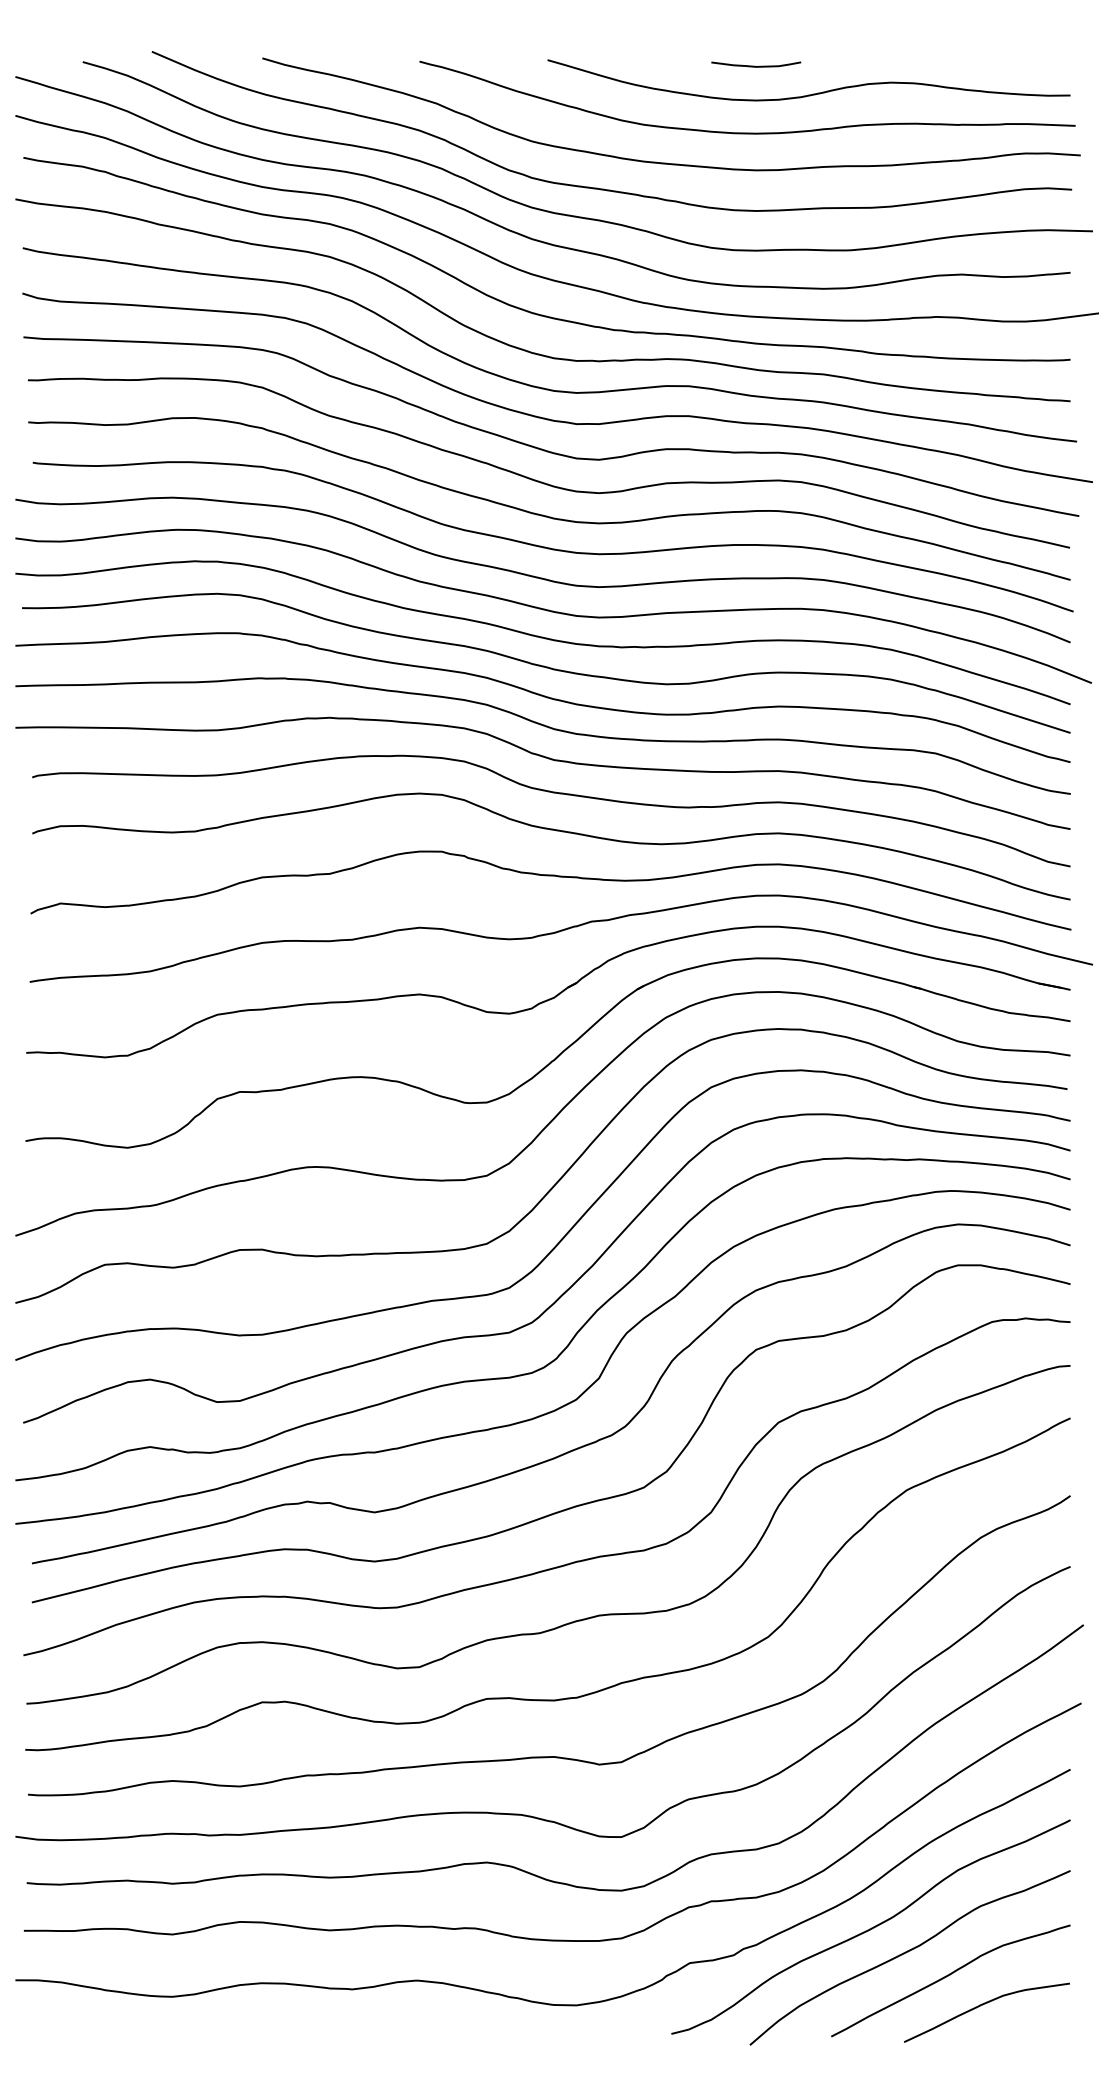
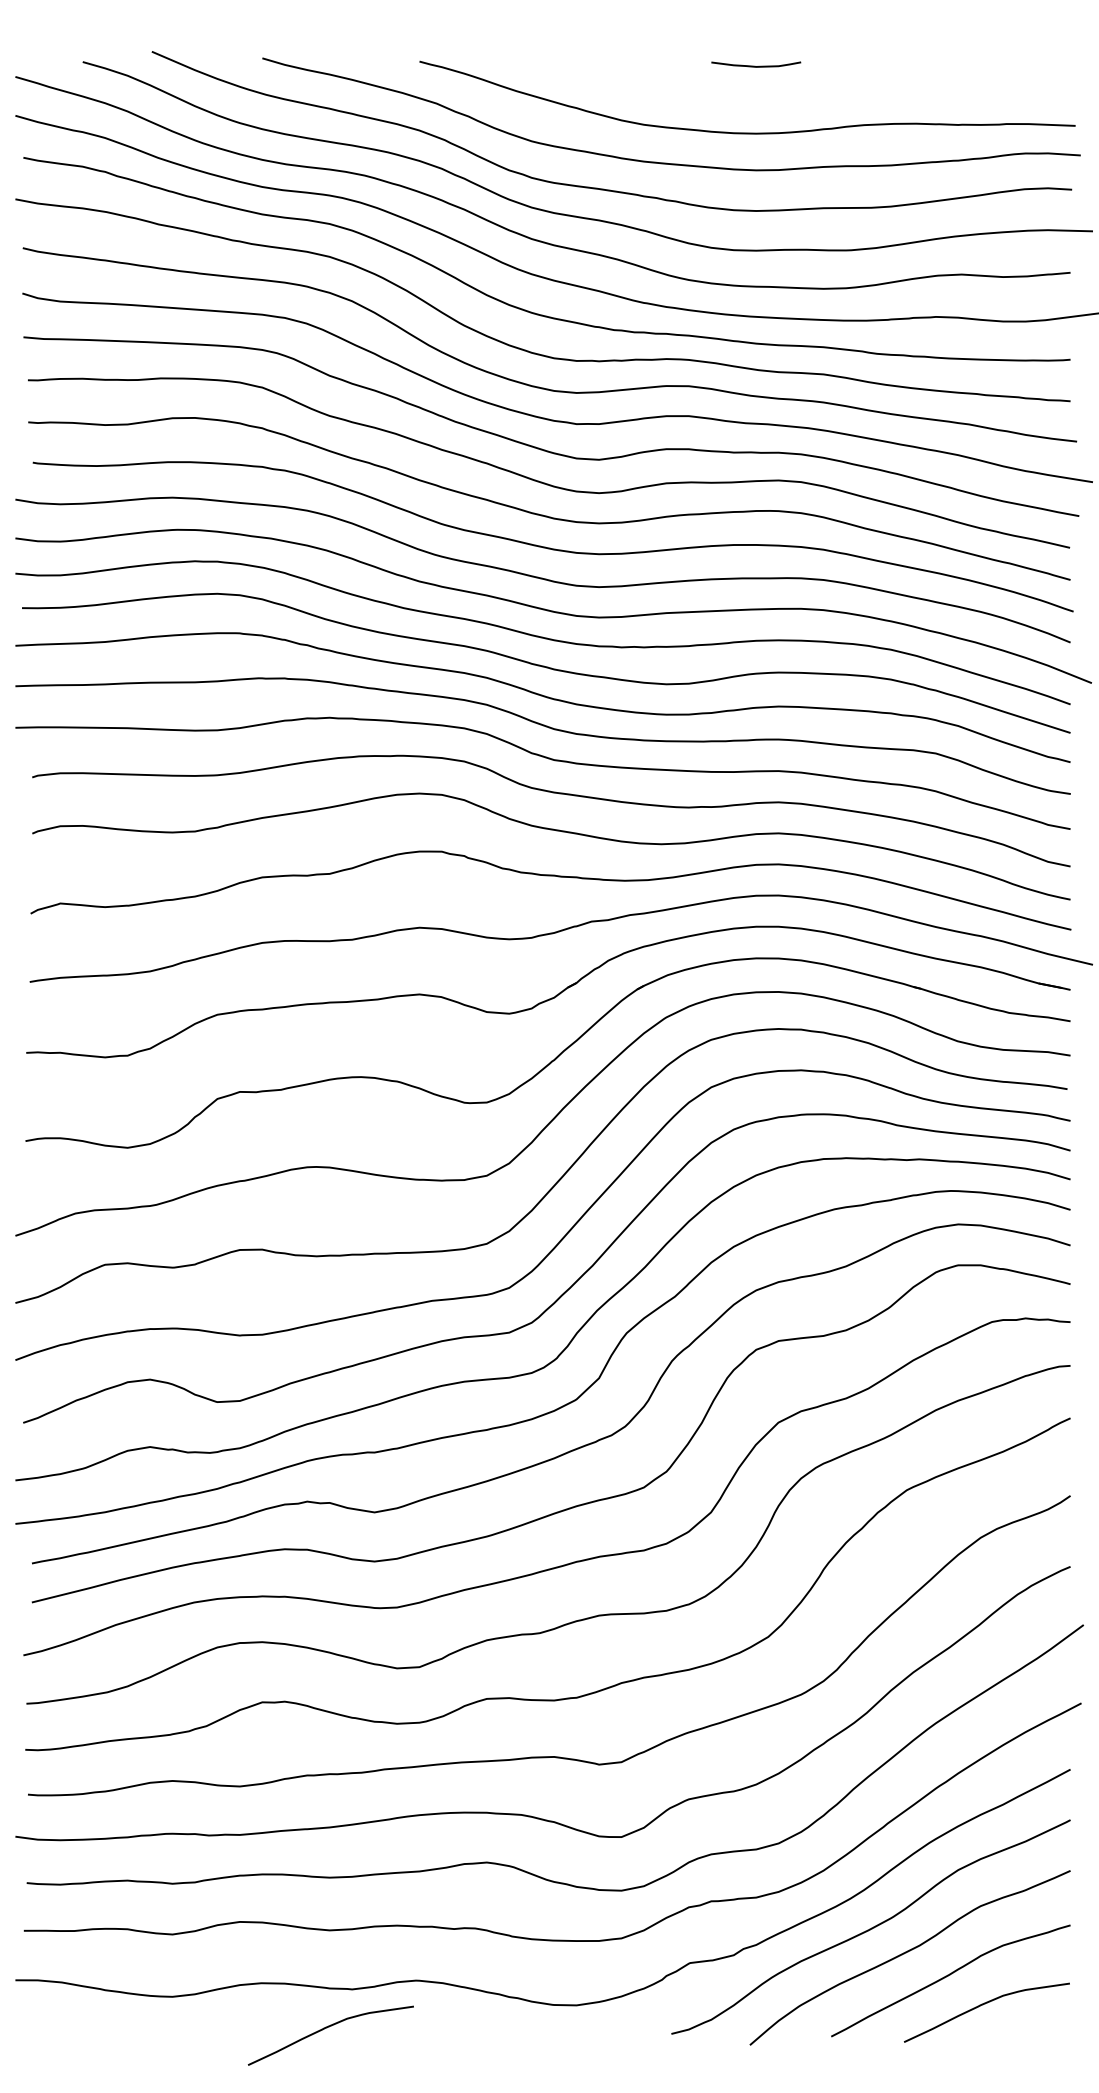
curve at (812, 93): present -> none
curve at (327, 2028): none -> present
